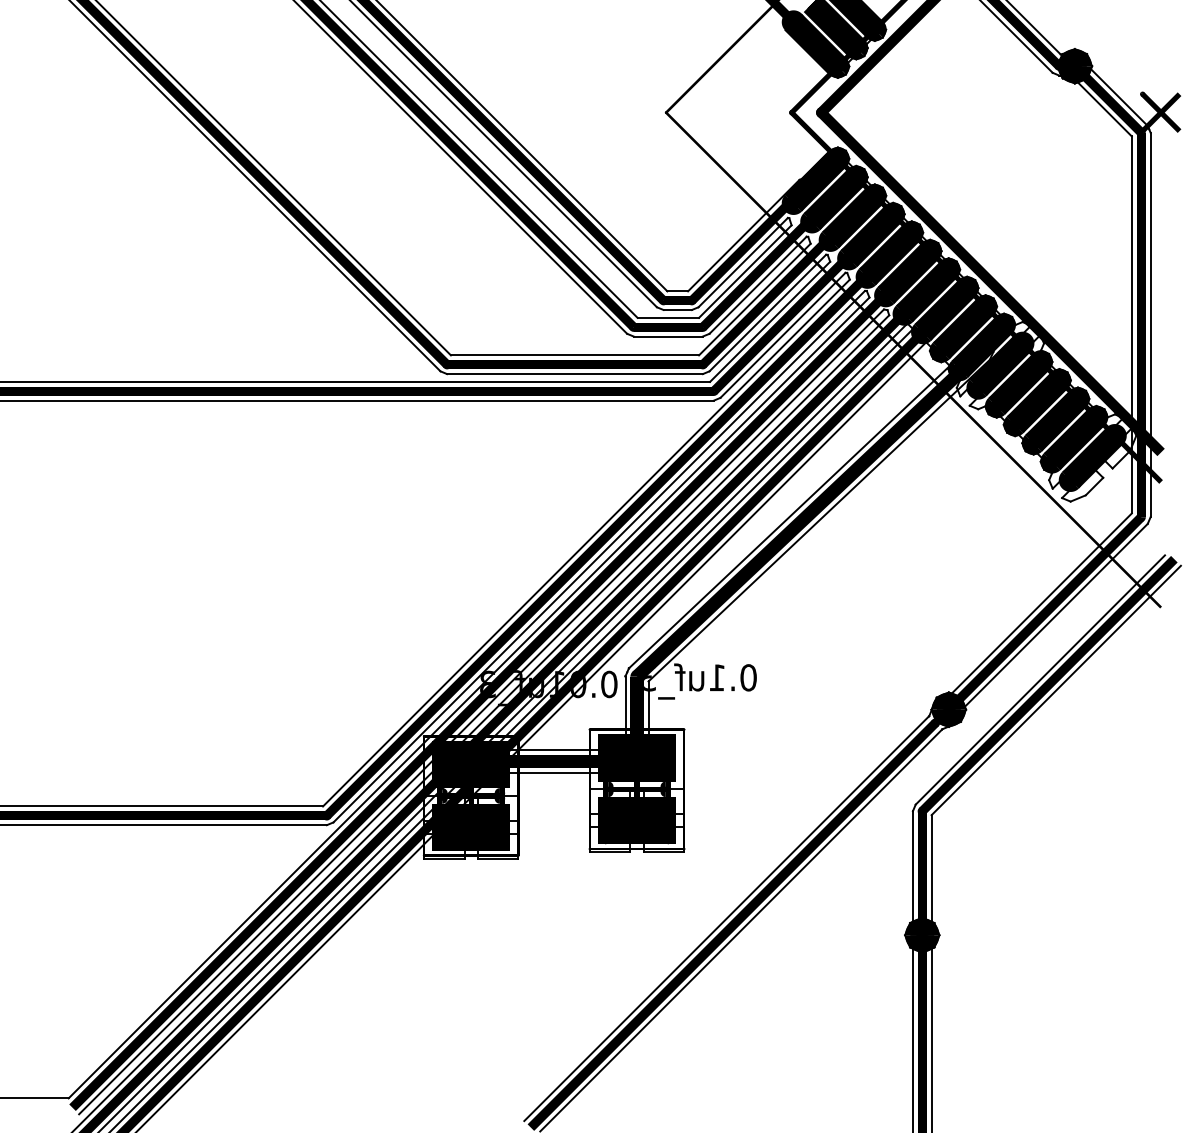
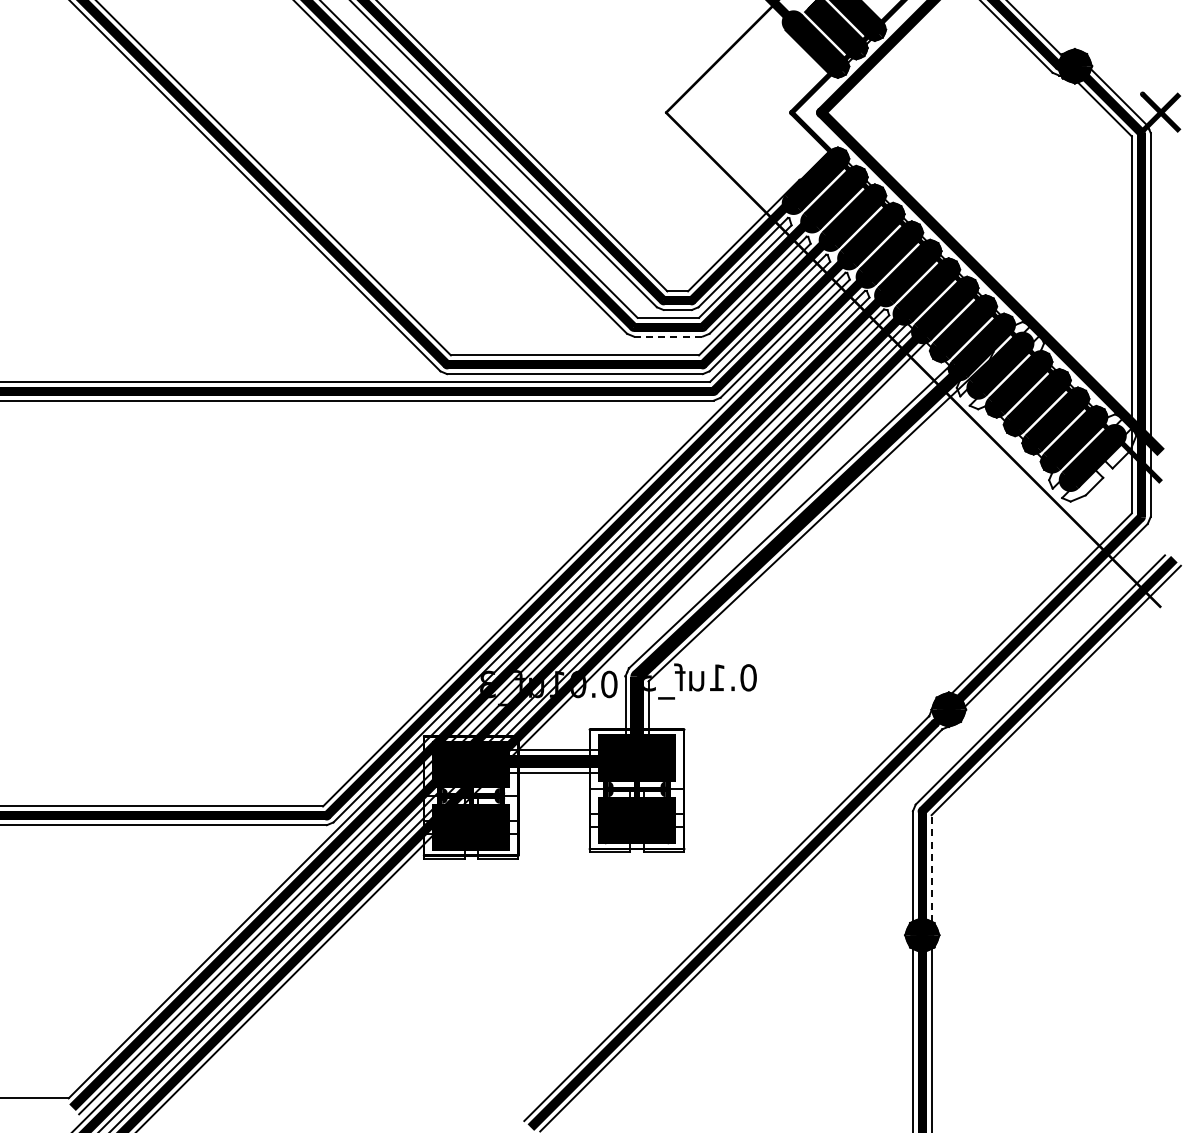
line at (668, 336): solid -> dashed
line at (931, 868): solid -> dashed
